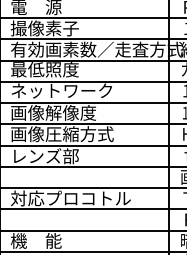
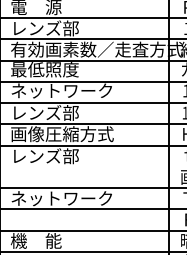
text at (44, 28): 撮像素子 -> レンズ部
text at (53, 112): 画像解像度 -> レンズ部
line at (92, 166): present -> none
text at (70, 198): 対応プロコトル -> ネットワーク
